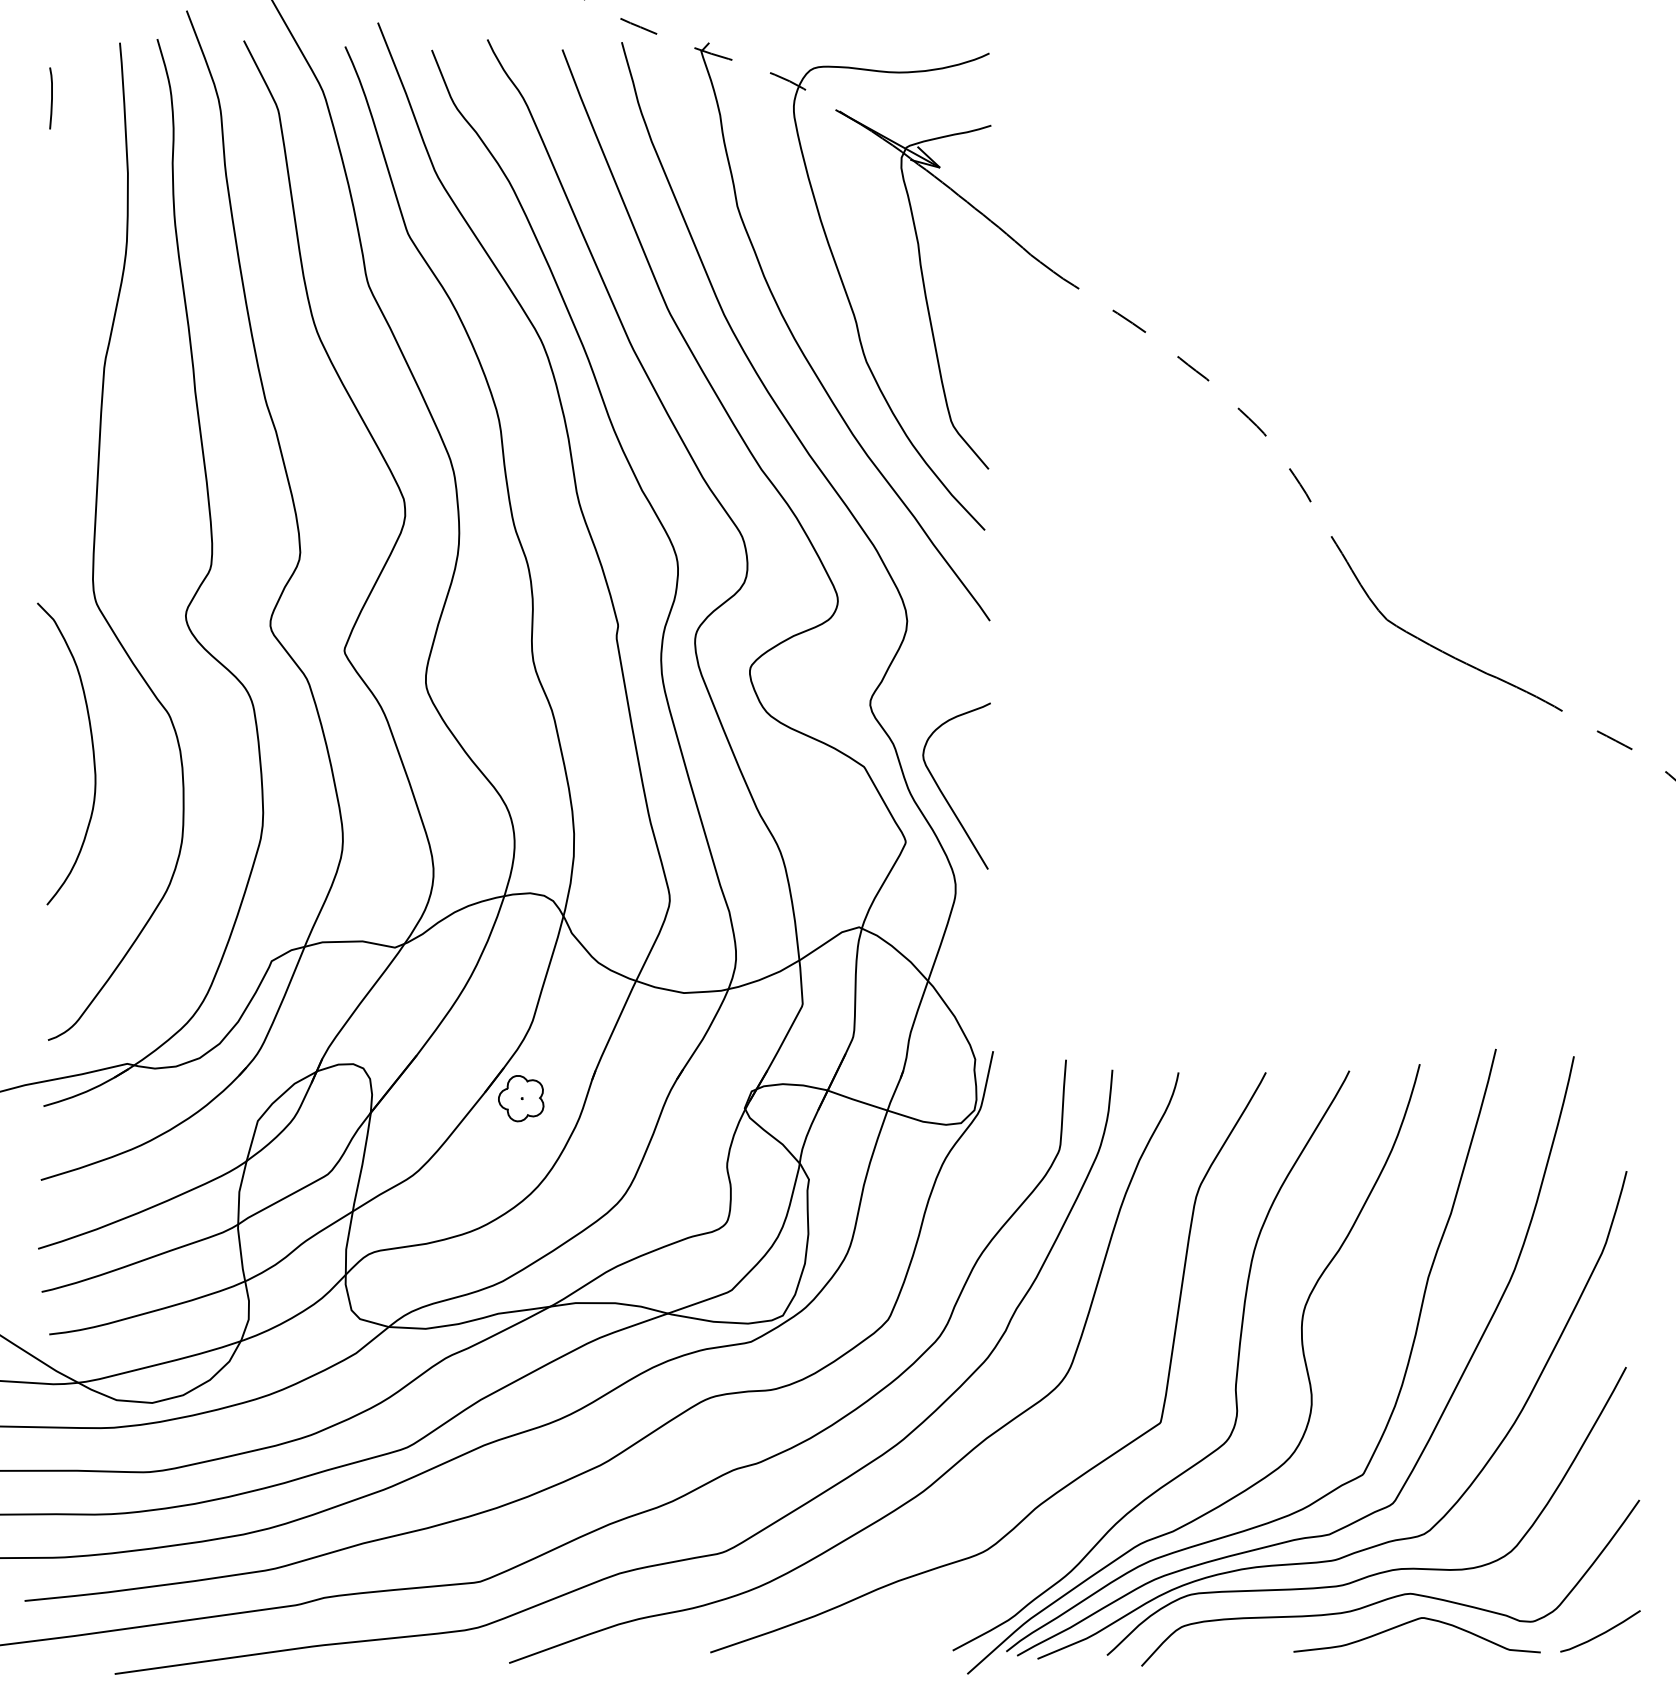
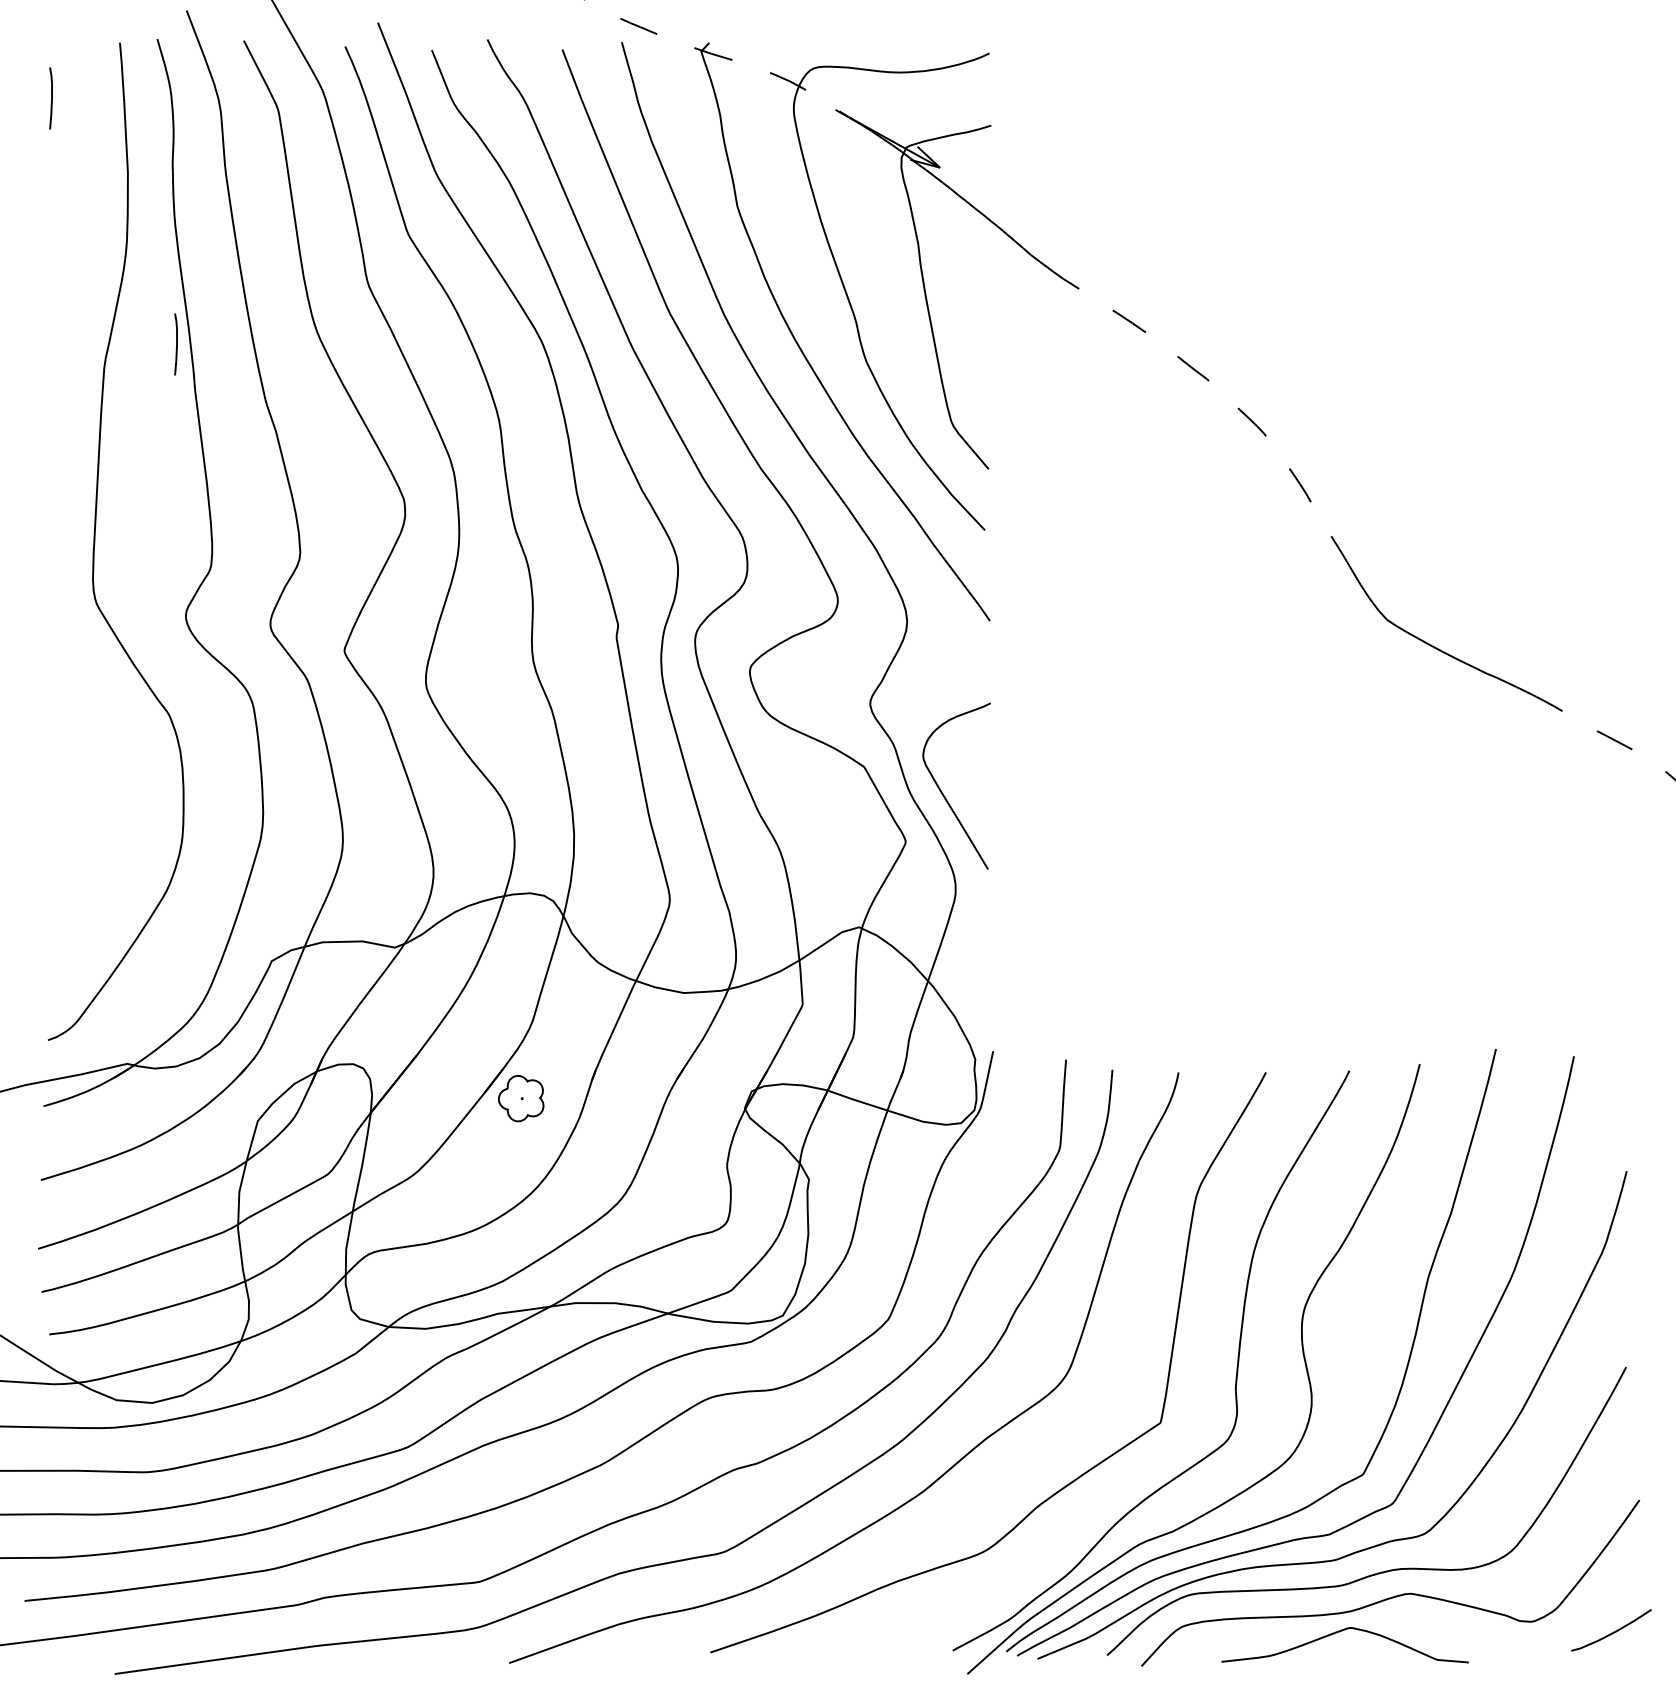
curve at (176, 344): none -> present
curve at (92, 753): present -> none
curve at (1411, 1622) position: (1411, 1622) -> (1339, 1632)
curve at (1600, 1633) position: (1600, 1633) -> (1611, 1632)
